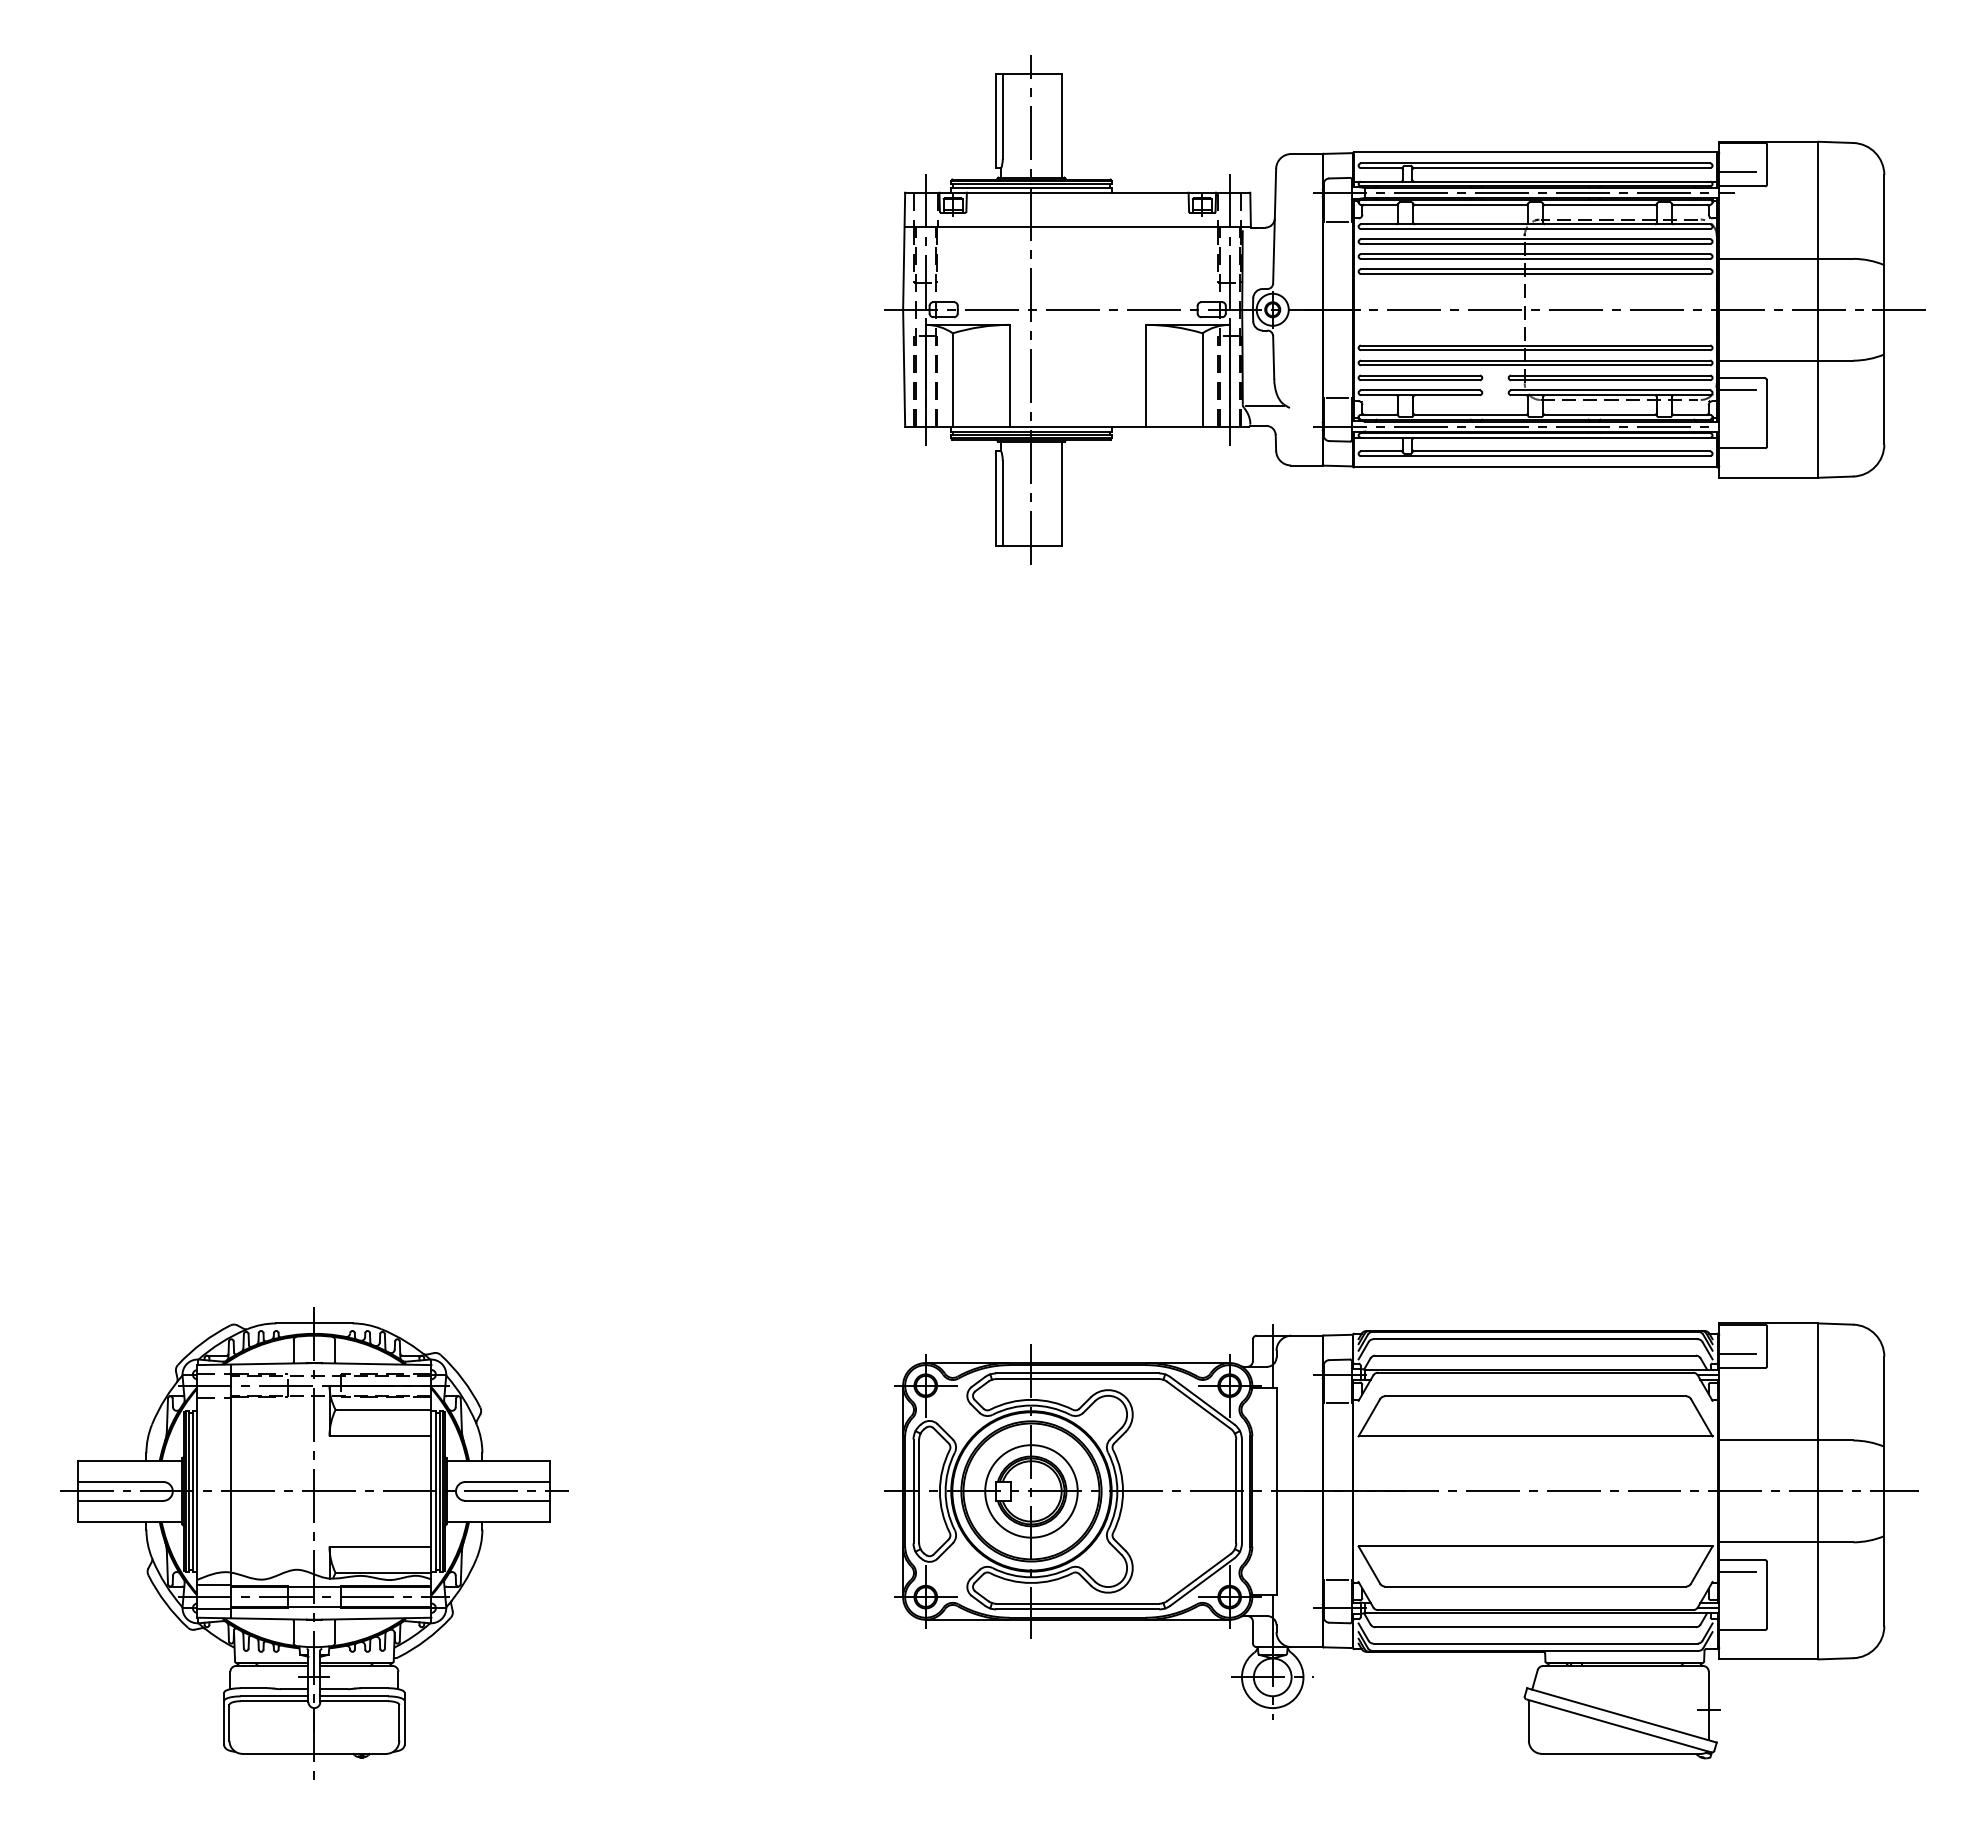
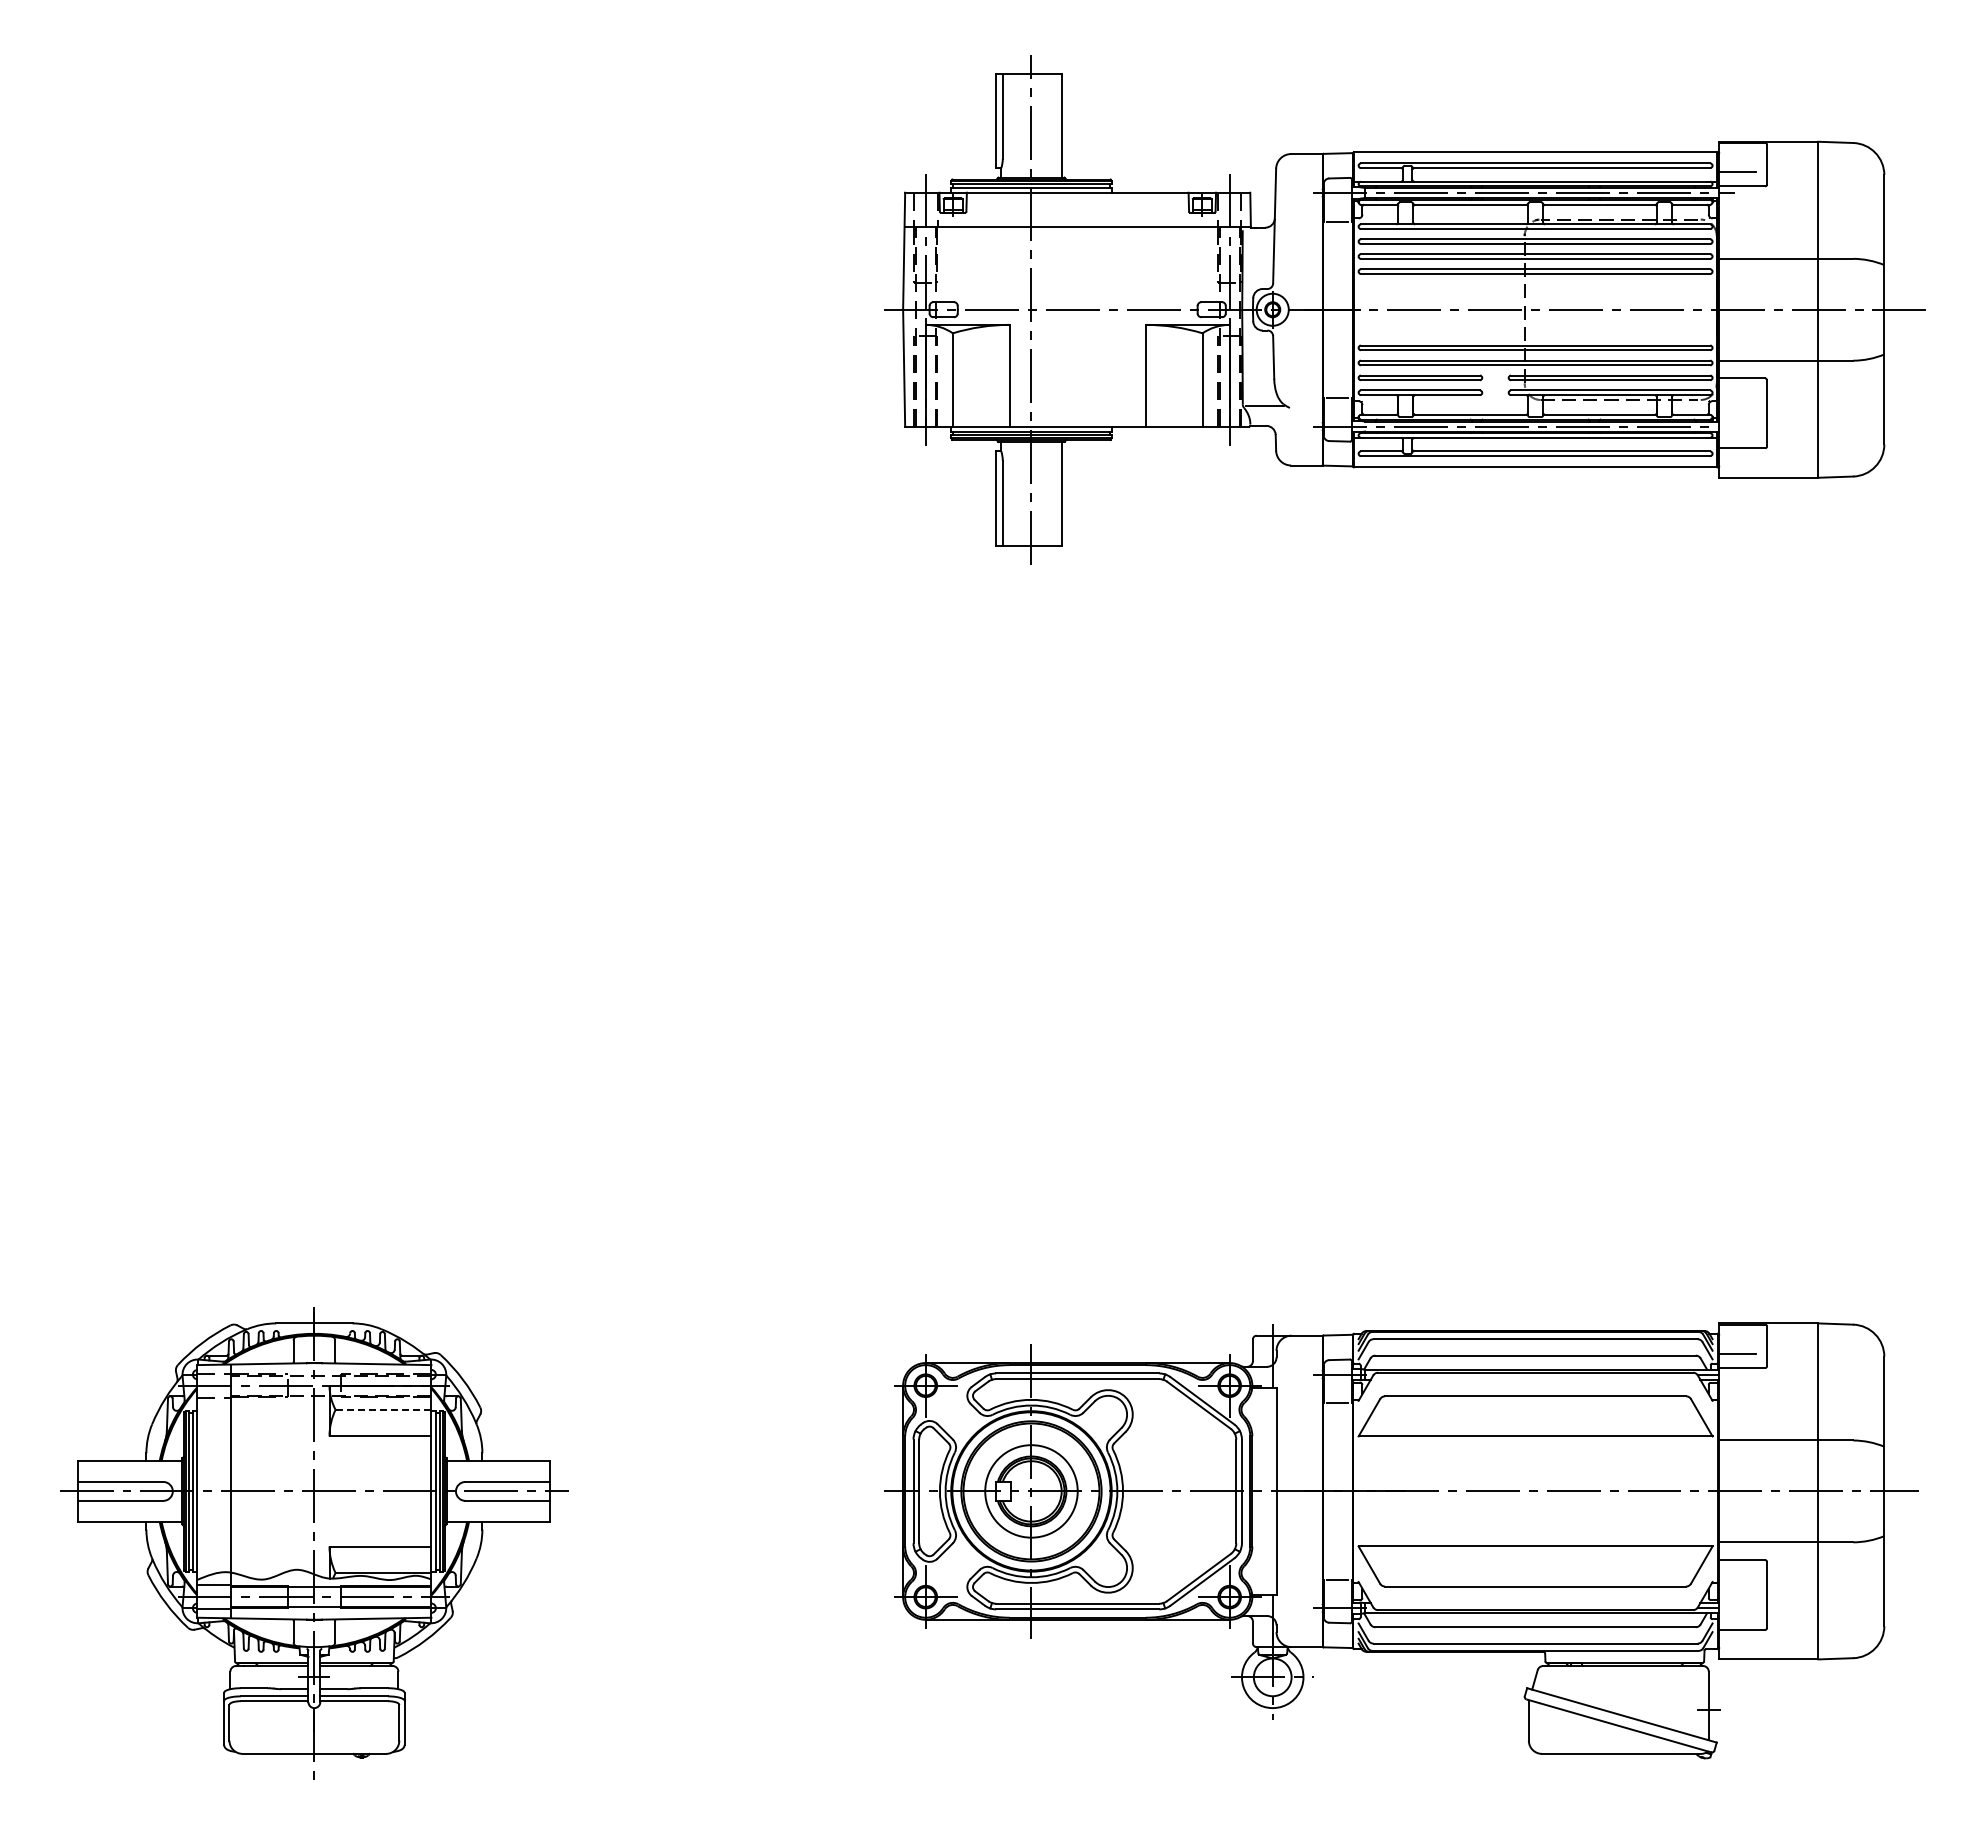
line at (1737, 390): present -> none
line at (383, 1409): solid -> dashed
line at (1737, 1571): present -> none
